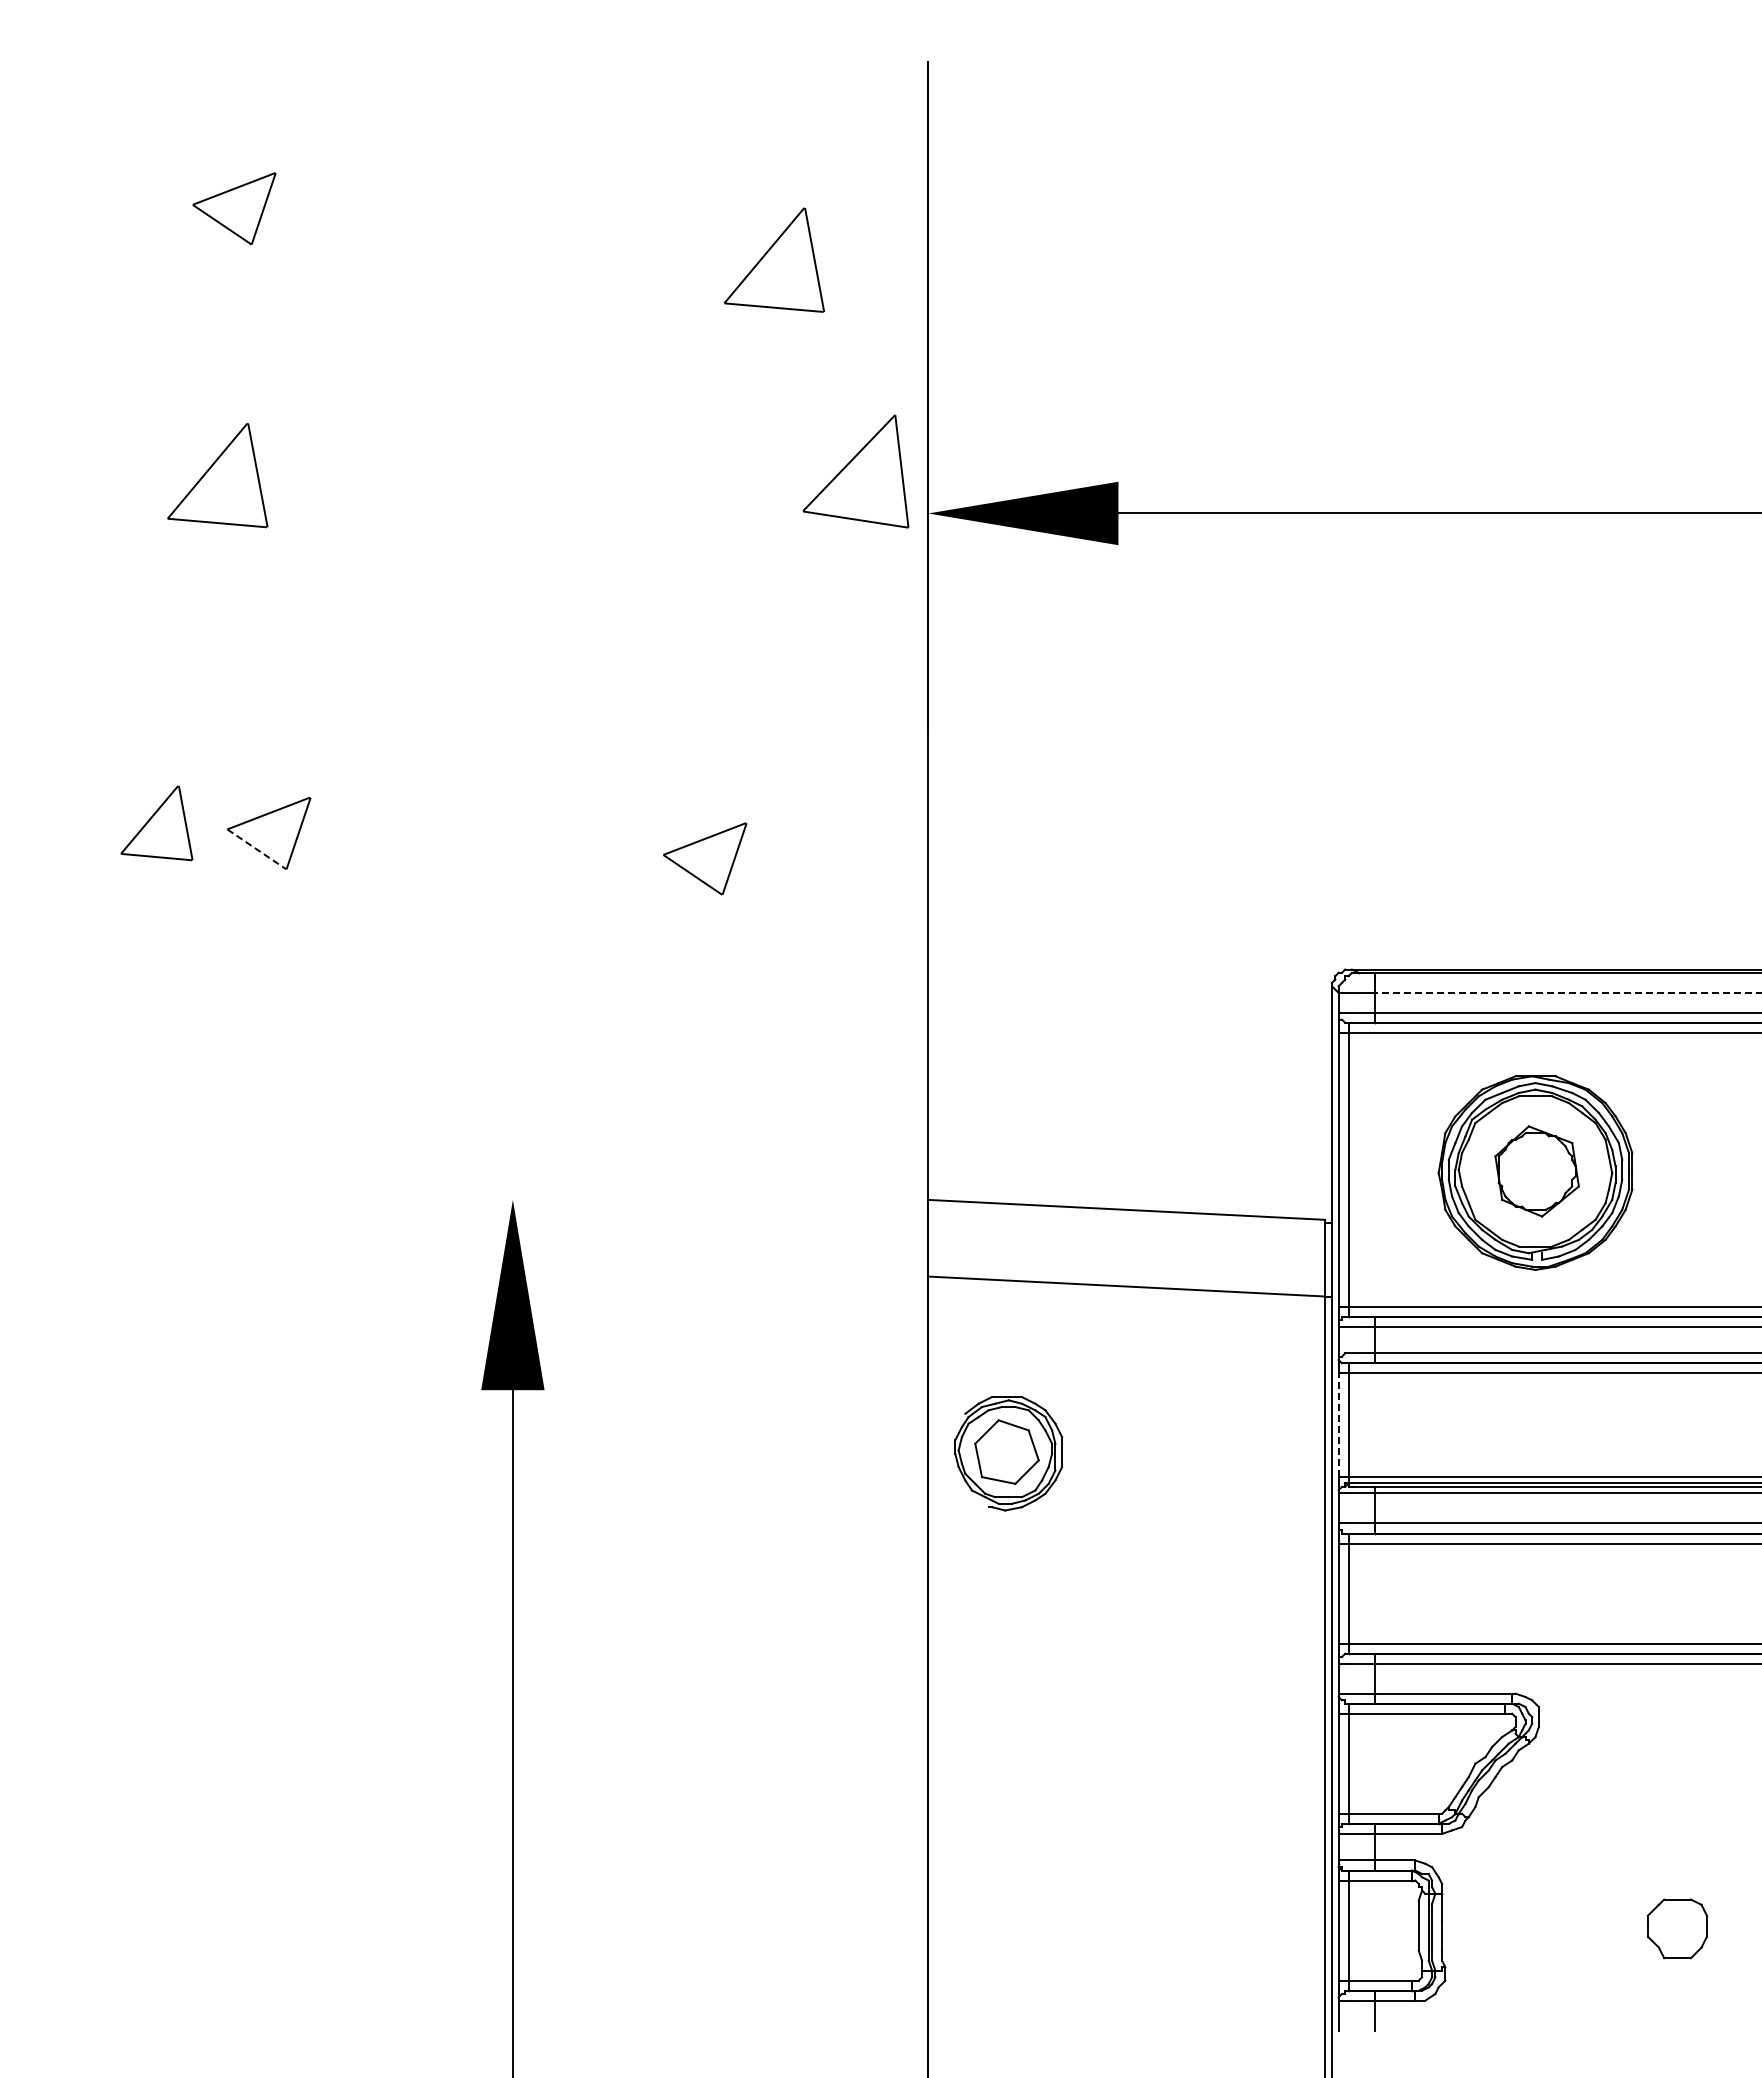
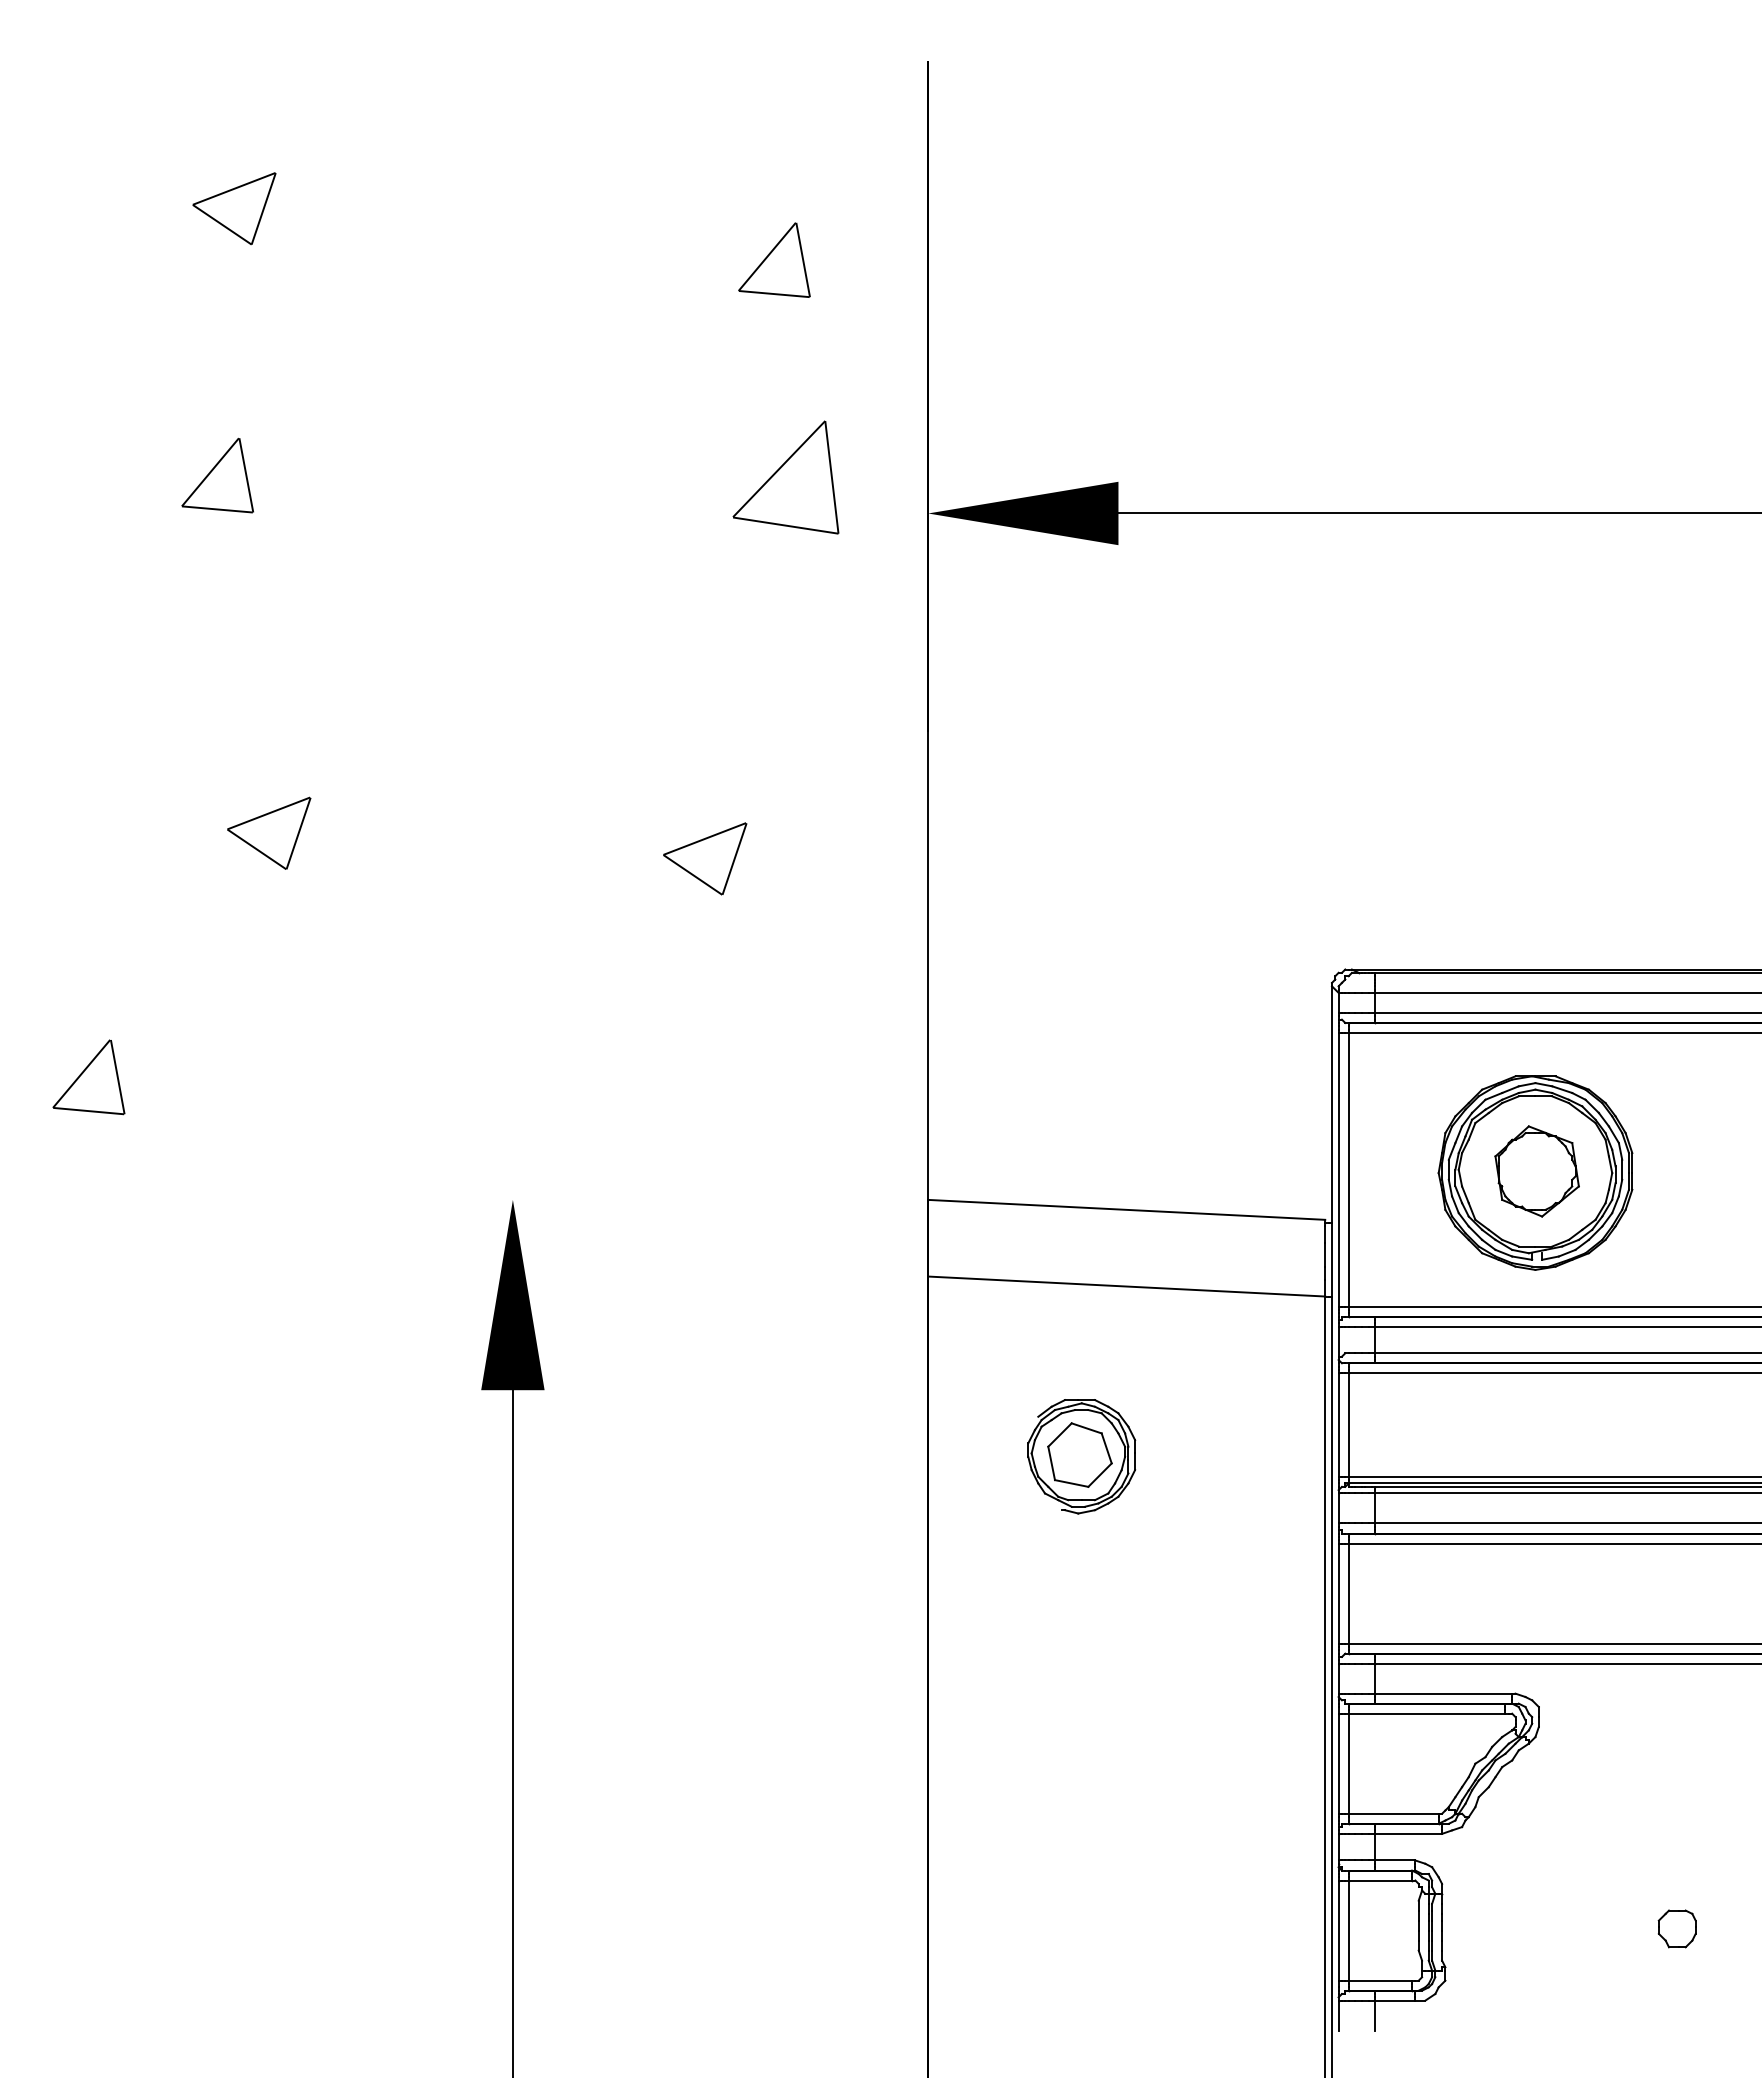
part at (773, 259) size: 102x106 px -> 73x76 px
part at (855, 471) position: (855, 471) -> (785, 477)
part at (217, 475) size: 102x106 px -> 73x77 px
part at (156, 823) position: (156, 823) -> (88, 1077)
line at (256, 849): dashed -> solid
line at (1568, 992): dashed -> solid
line at (1338, 1425): dashed -> solid
part at (1008, 1453) position: (1008, 1453) -> (1081, 1456)
part at (1677, 1928) size: 61x62 px -> 40x40 px
